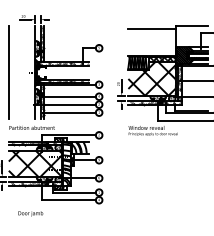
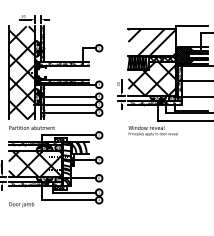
hatch at (151, 42): none -> present
hatch at (21, 72): none -> present
text at (30, 213) position: (30, 213) -> (21, 204)
